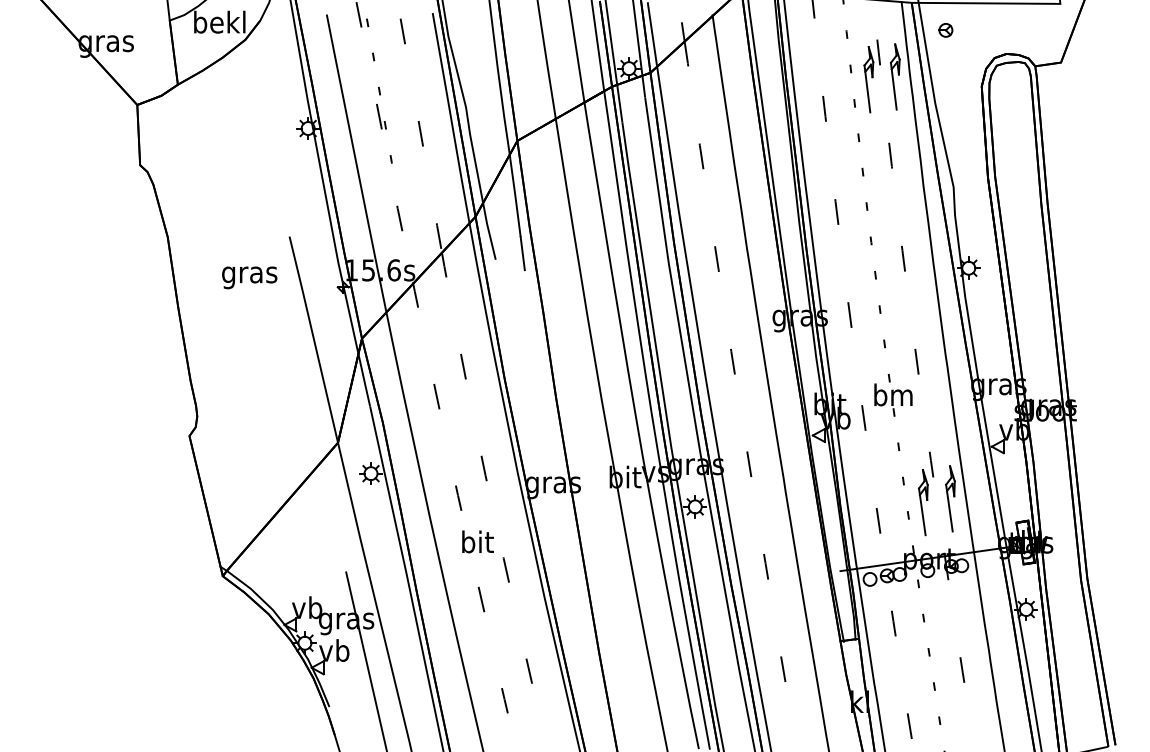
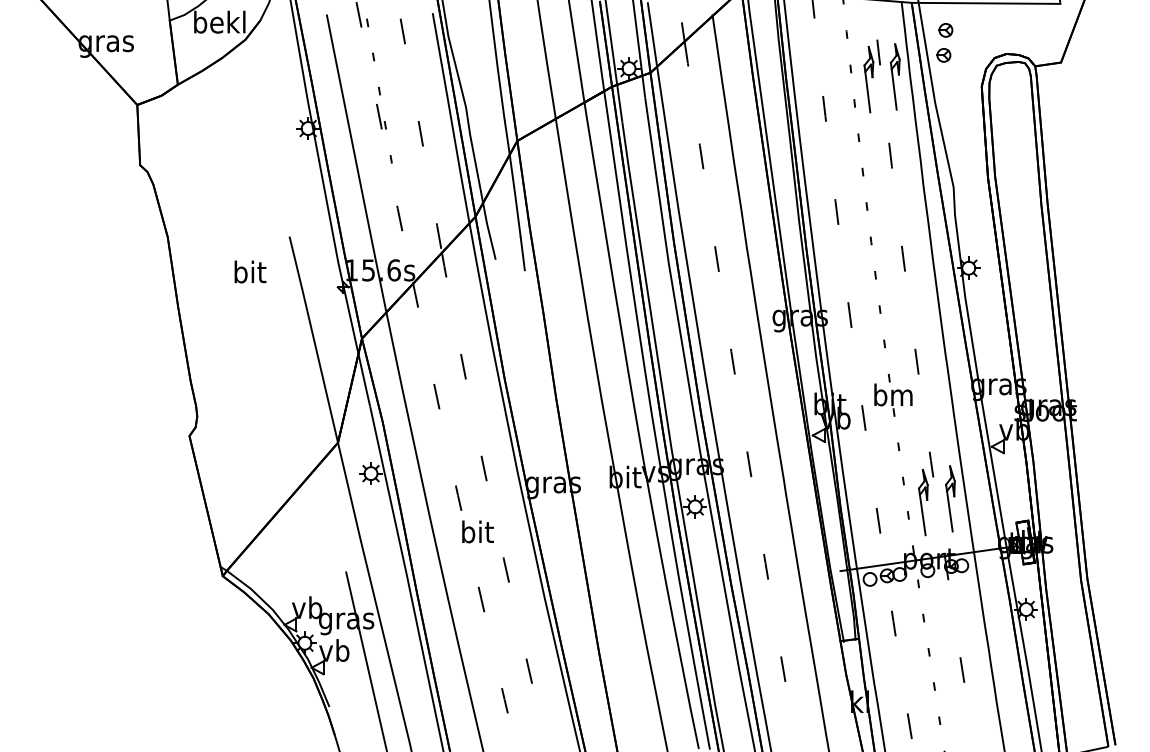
part at (943, 55): none -> present
text at (249, 274): gras -> bit
text at (477, 541) position: (477, 541) -> (477, 531)
